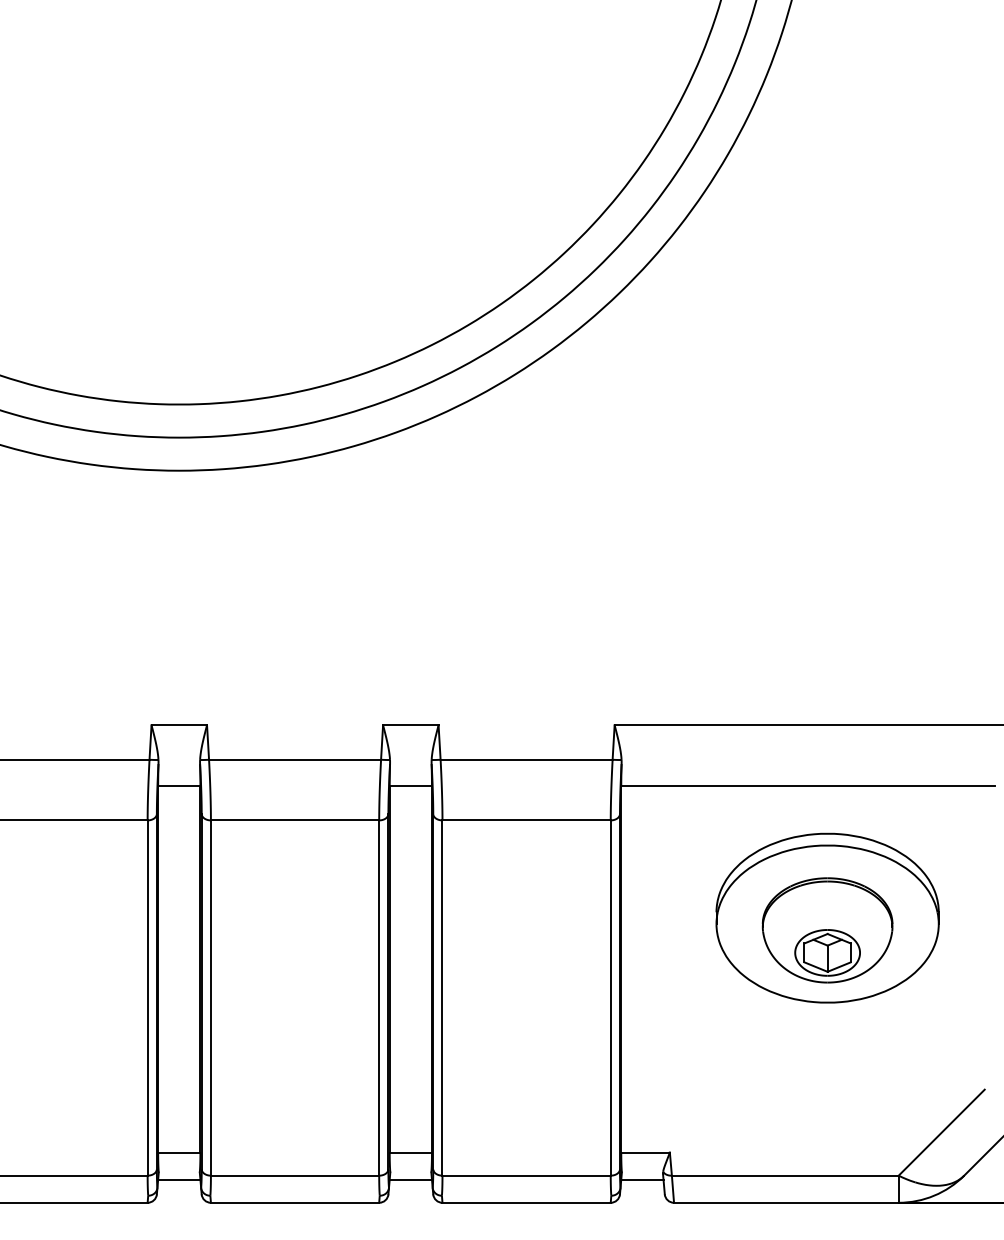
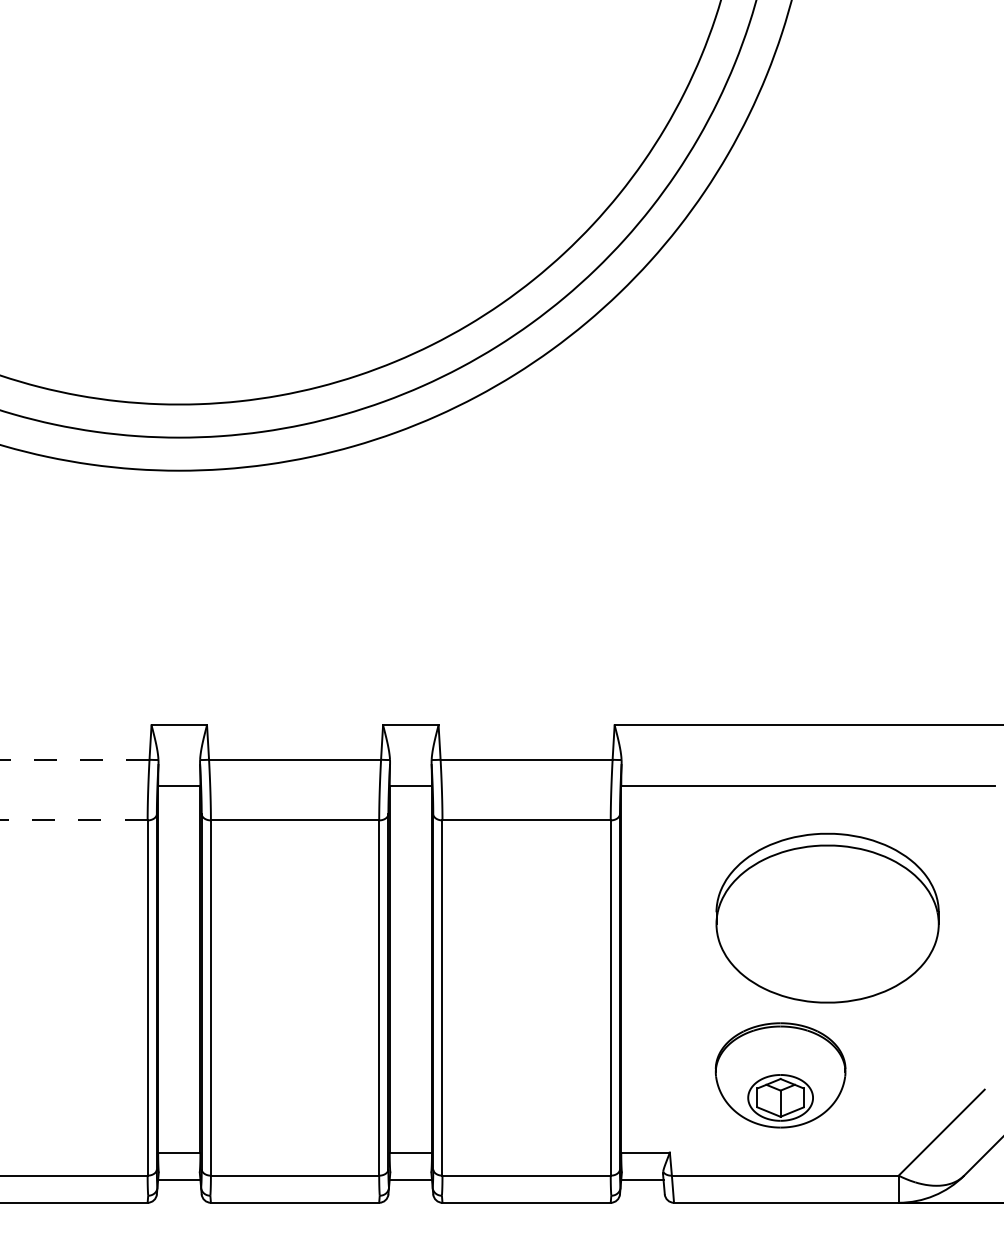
line at (74, 759): solid -> dashed
line at (73, 820): solid -> dashed
part at (827, 930) position: (827, 930) -> (780, 1075)
